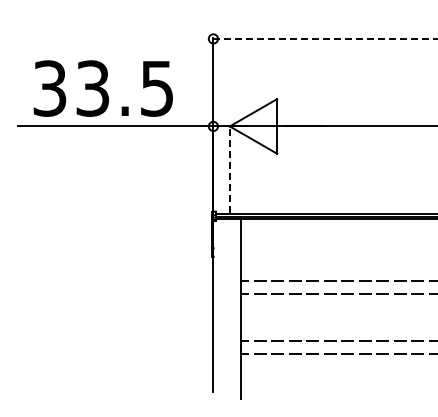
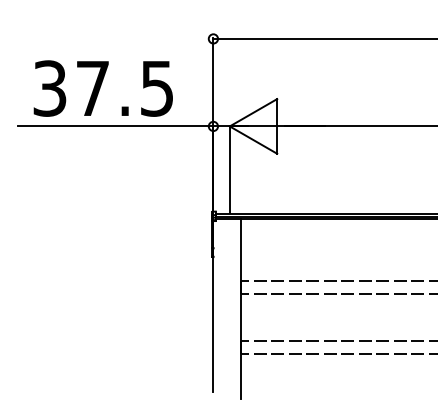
line at (325, 38): dashed -> solid
text at (92, 88): 33.5 -> 37.5
line at (229, 169): dashed -> solid
